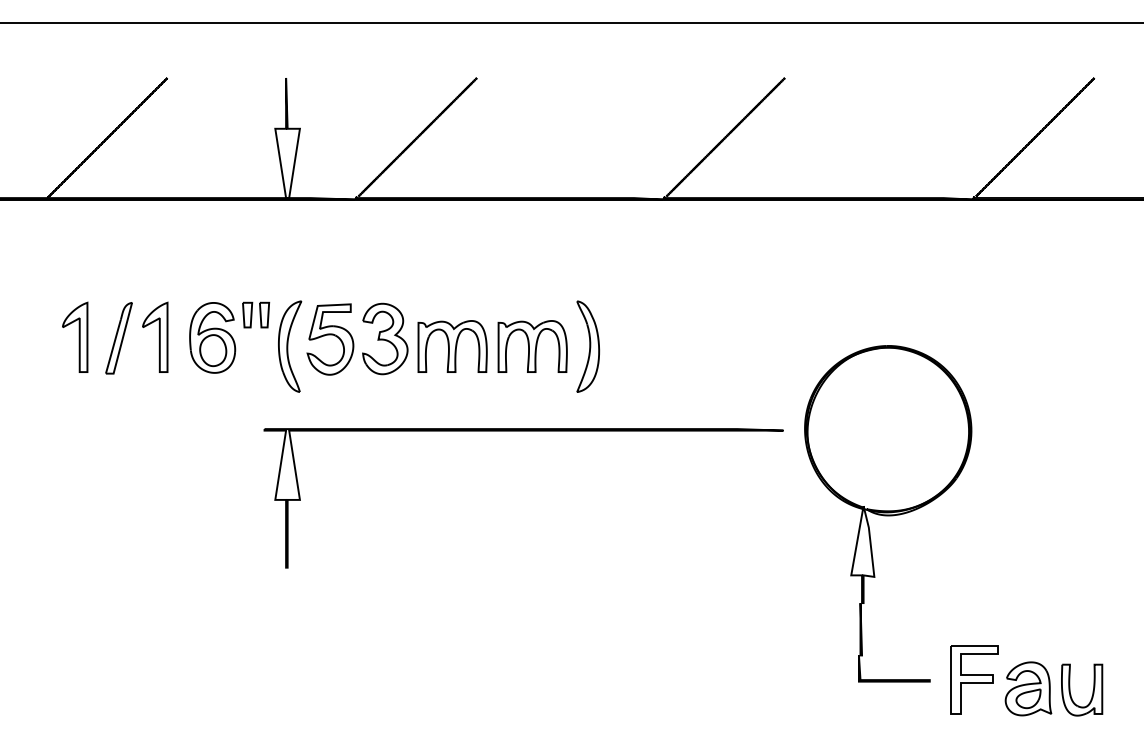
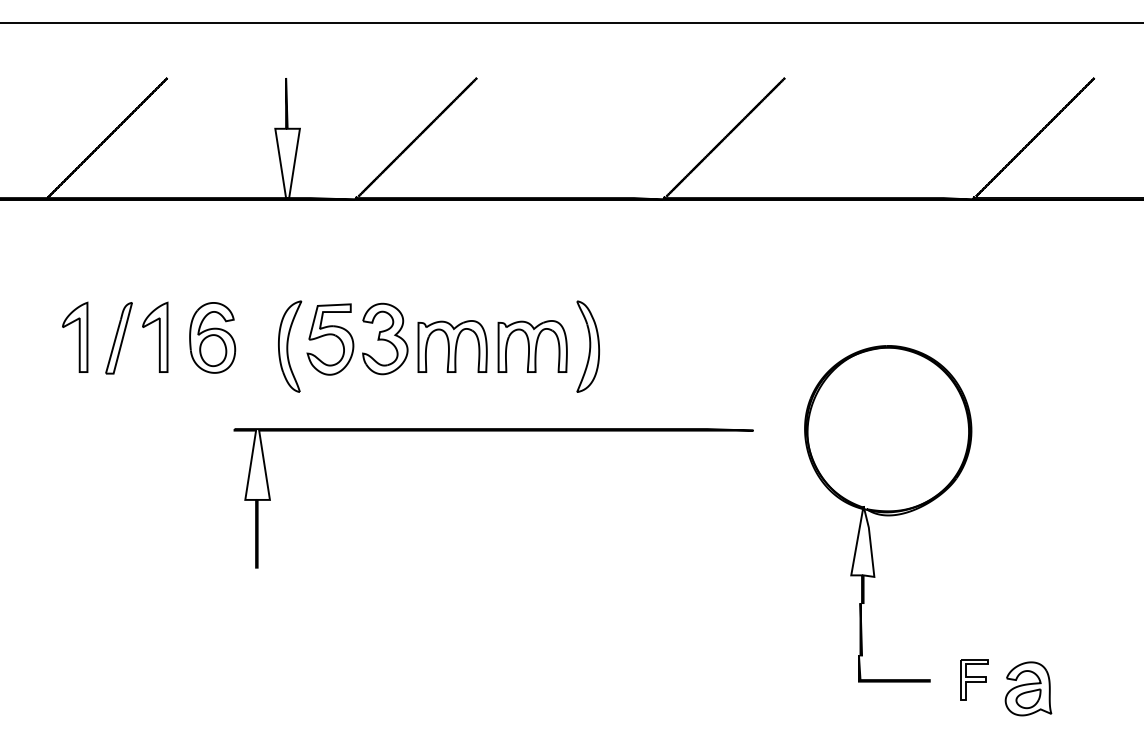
part at (256, 314): present -> none
part at (523, 431) position: (523, 431) -> (493, 431)
part at (974, 679) size: 49x70 px -> 29x42 px
part at (1092, 690): present -> none
